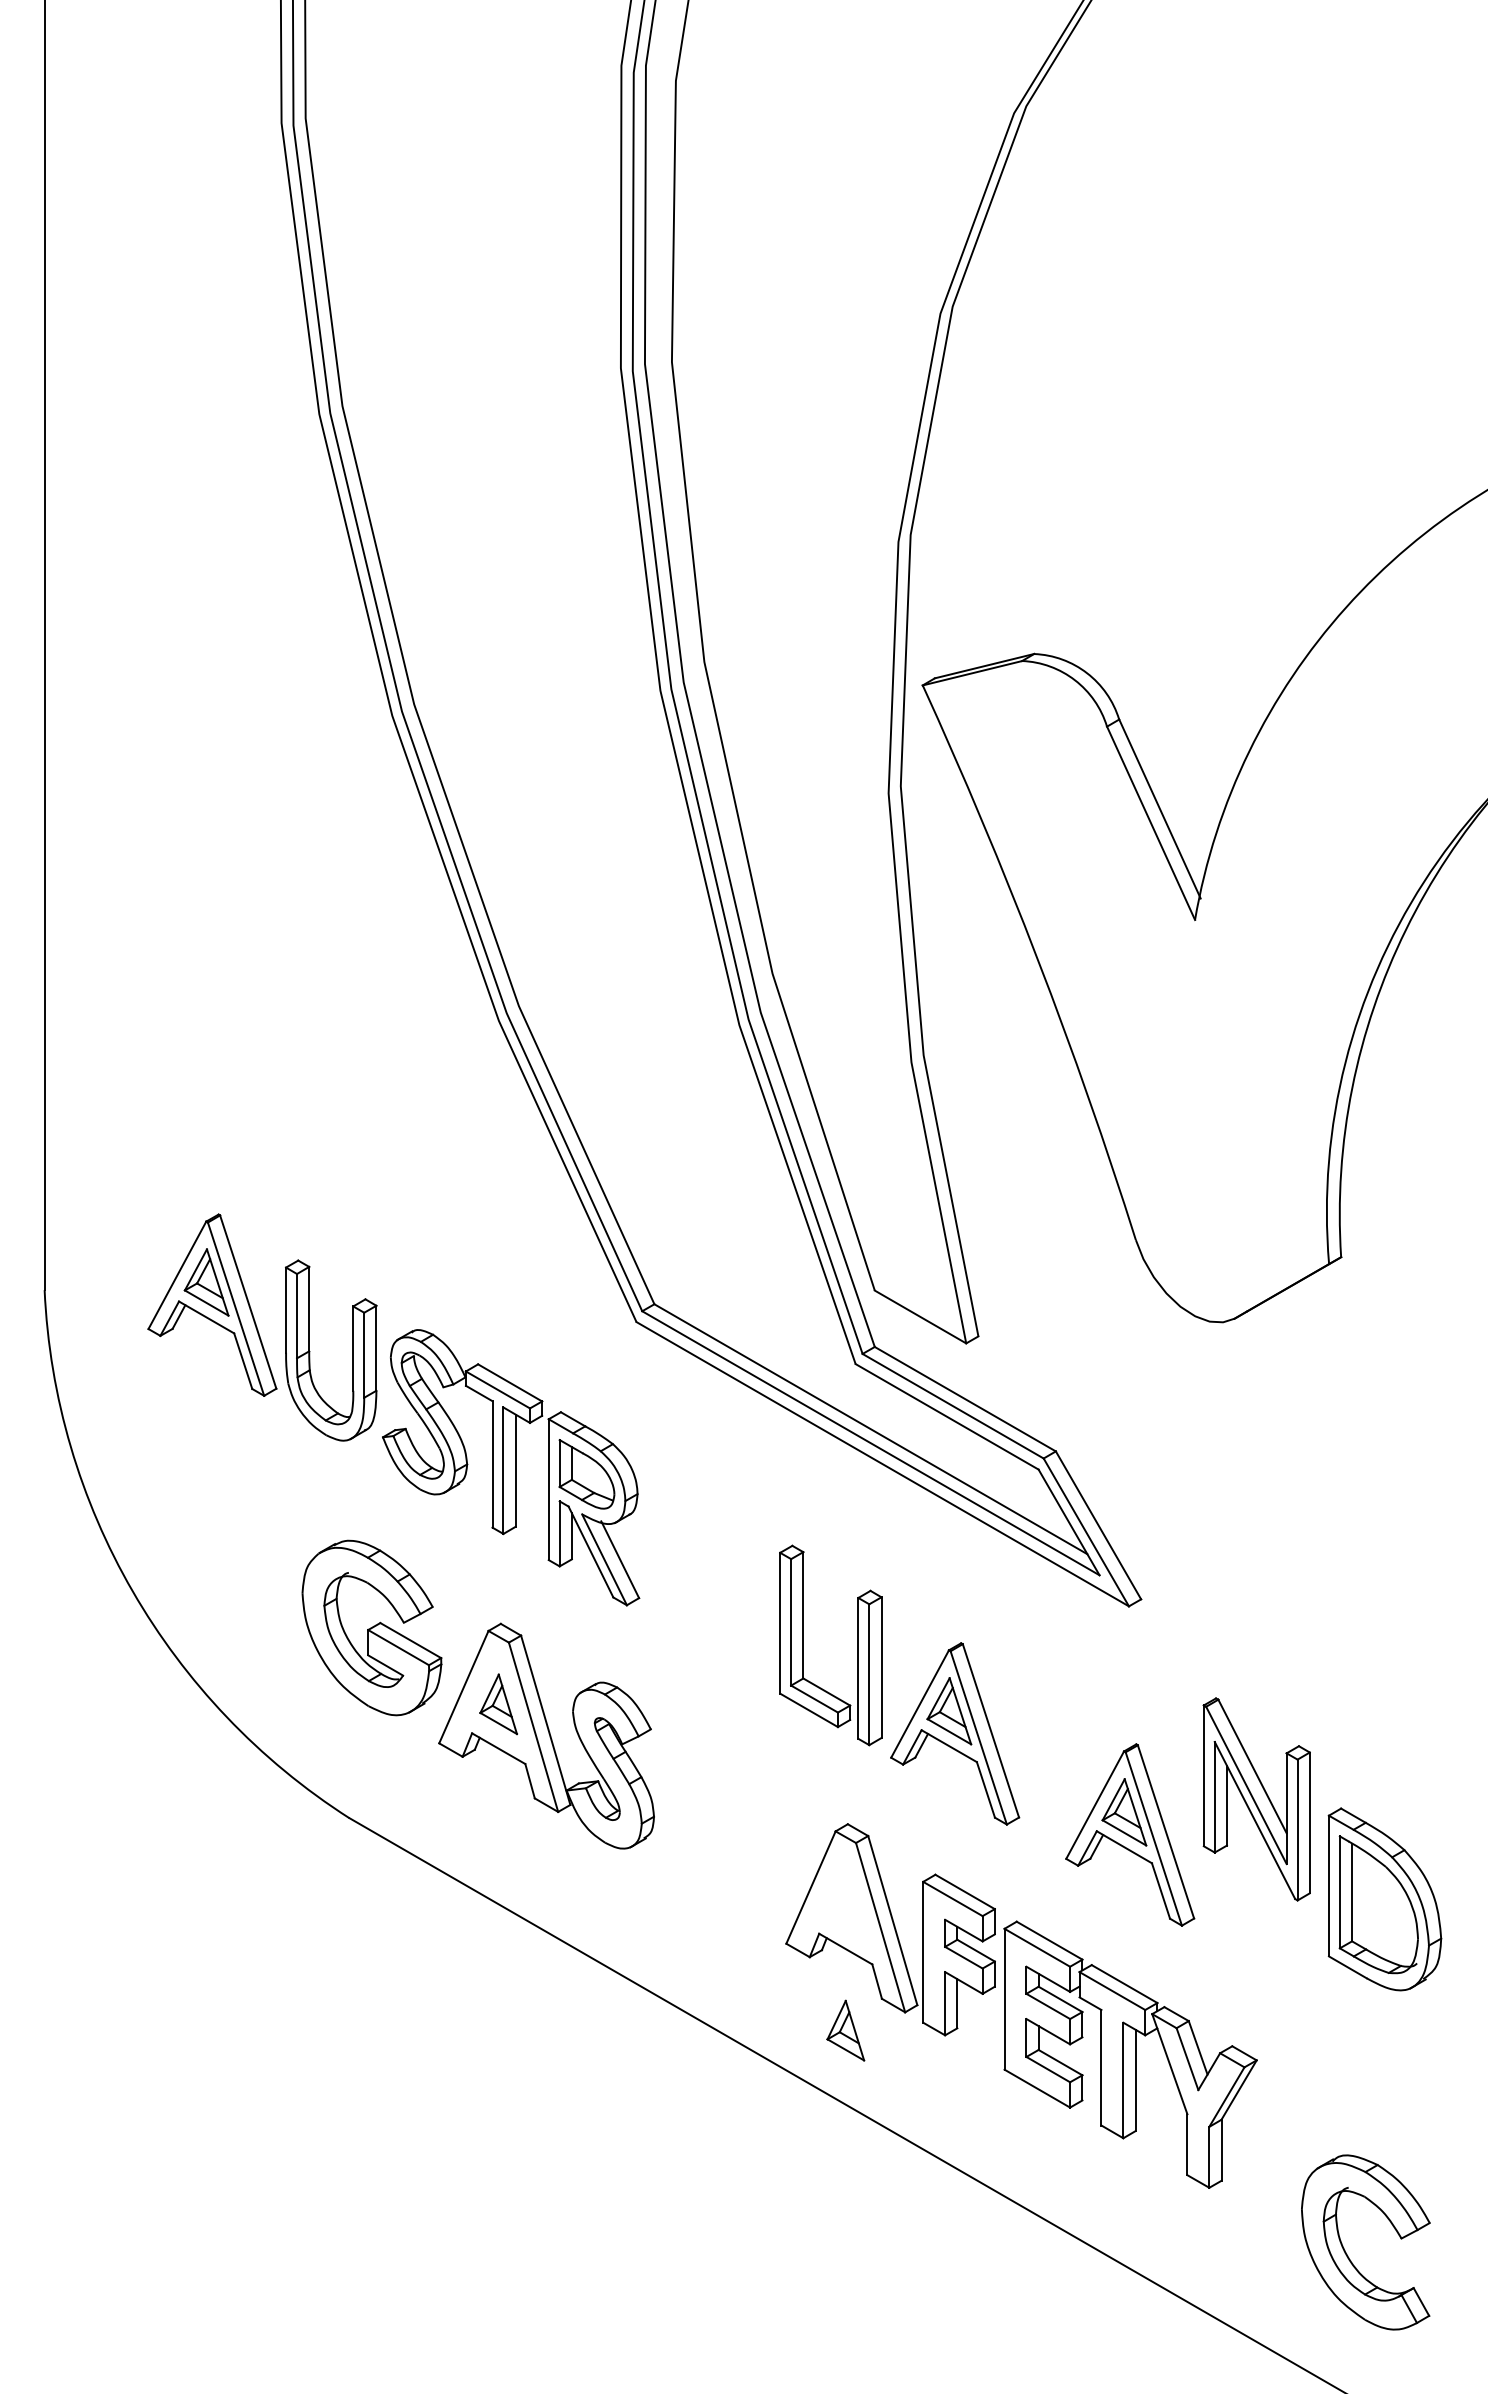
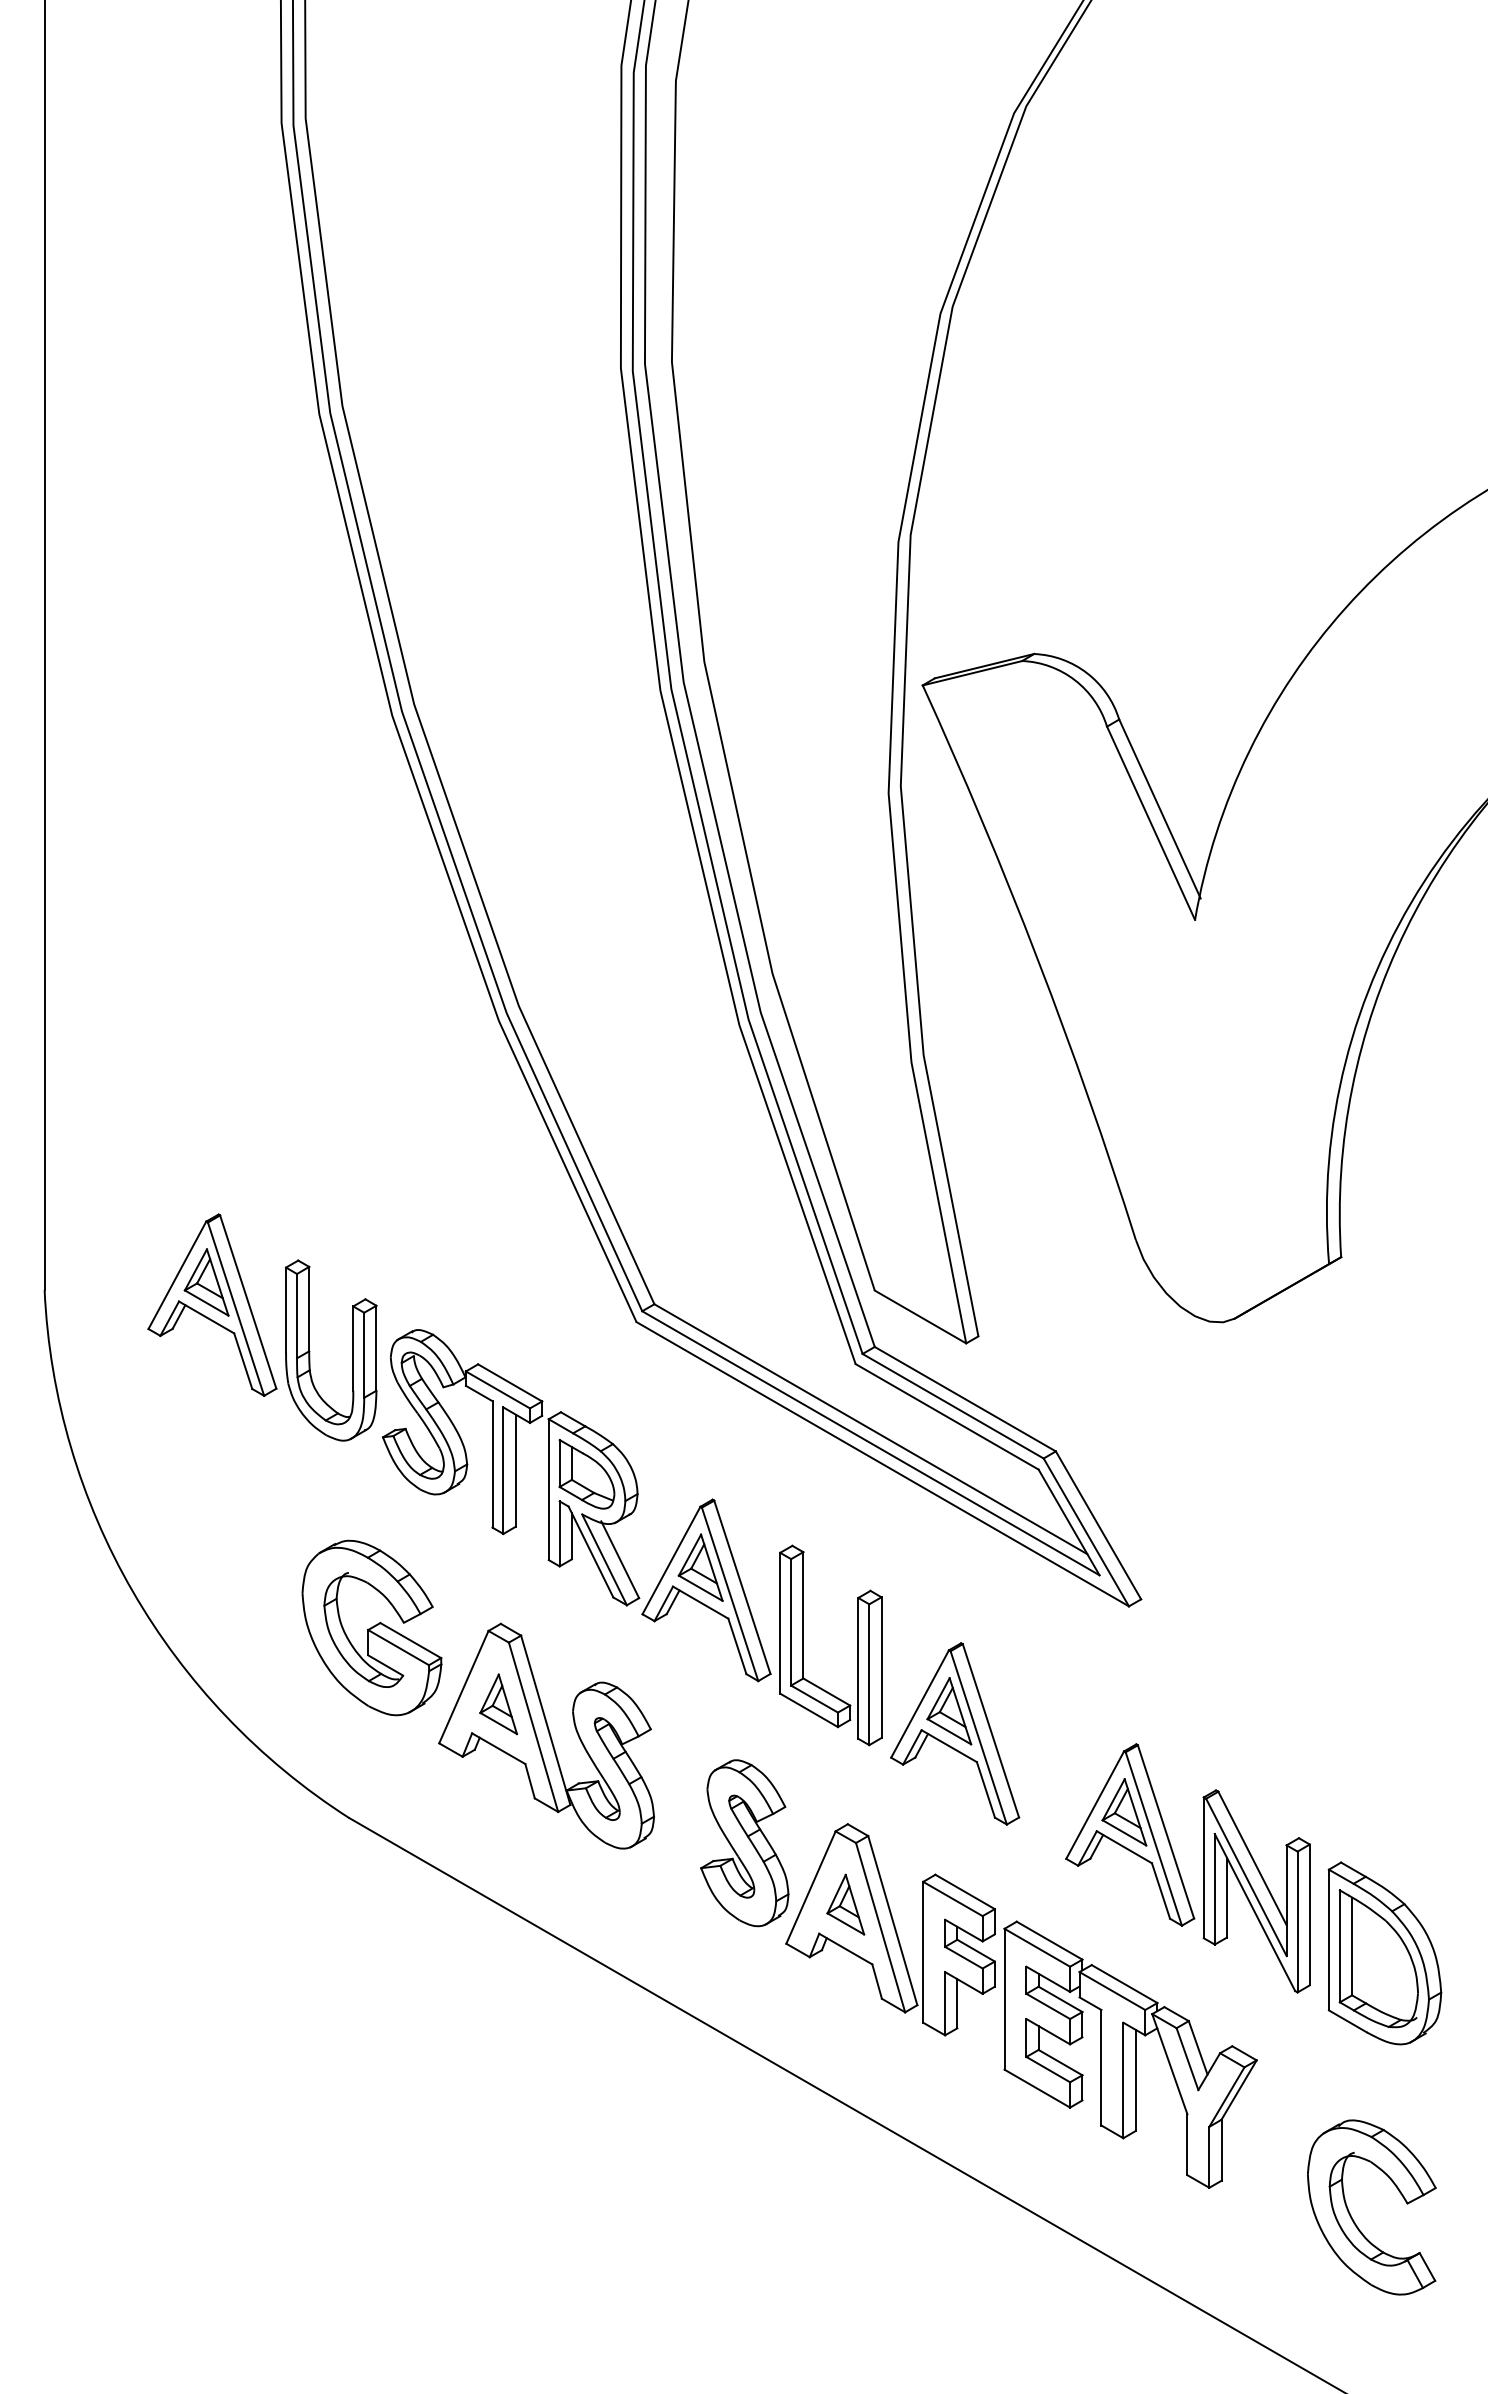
part at (706, 1590): none -> present
part at (1256, 1799) position: (1256, 1799) -> (1256, 1891)
part at (744, 1843): none -> present
part at (1384, 1899) position: (1384, 1899) -> (1384, 1953)
part at (845, 2030) position: (845, 2030) -> (845, 1904)
part at (1348, 2255) position: (1348, 2255) -> (1354, 2220)
